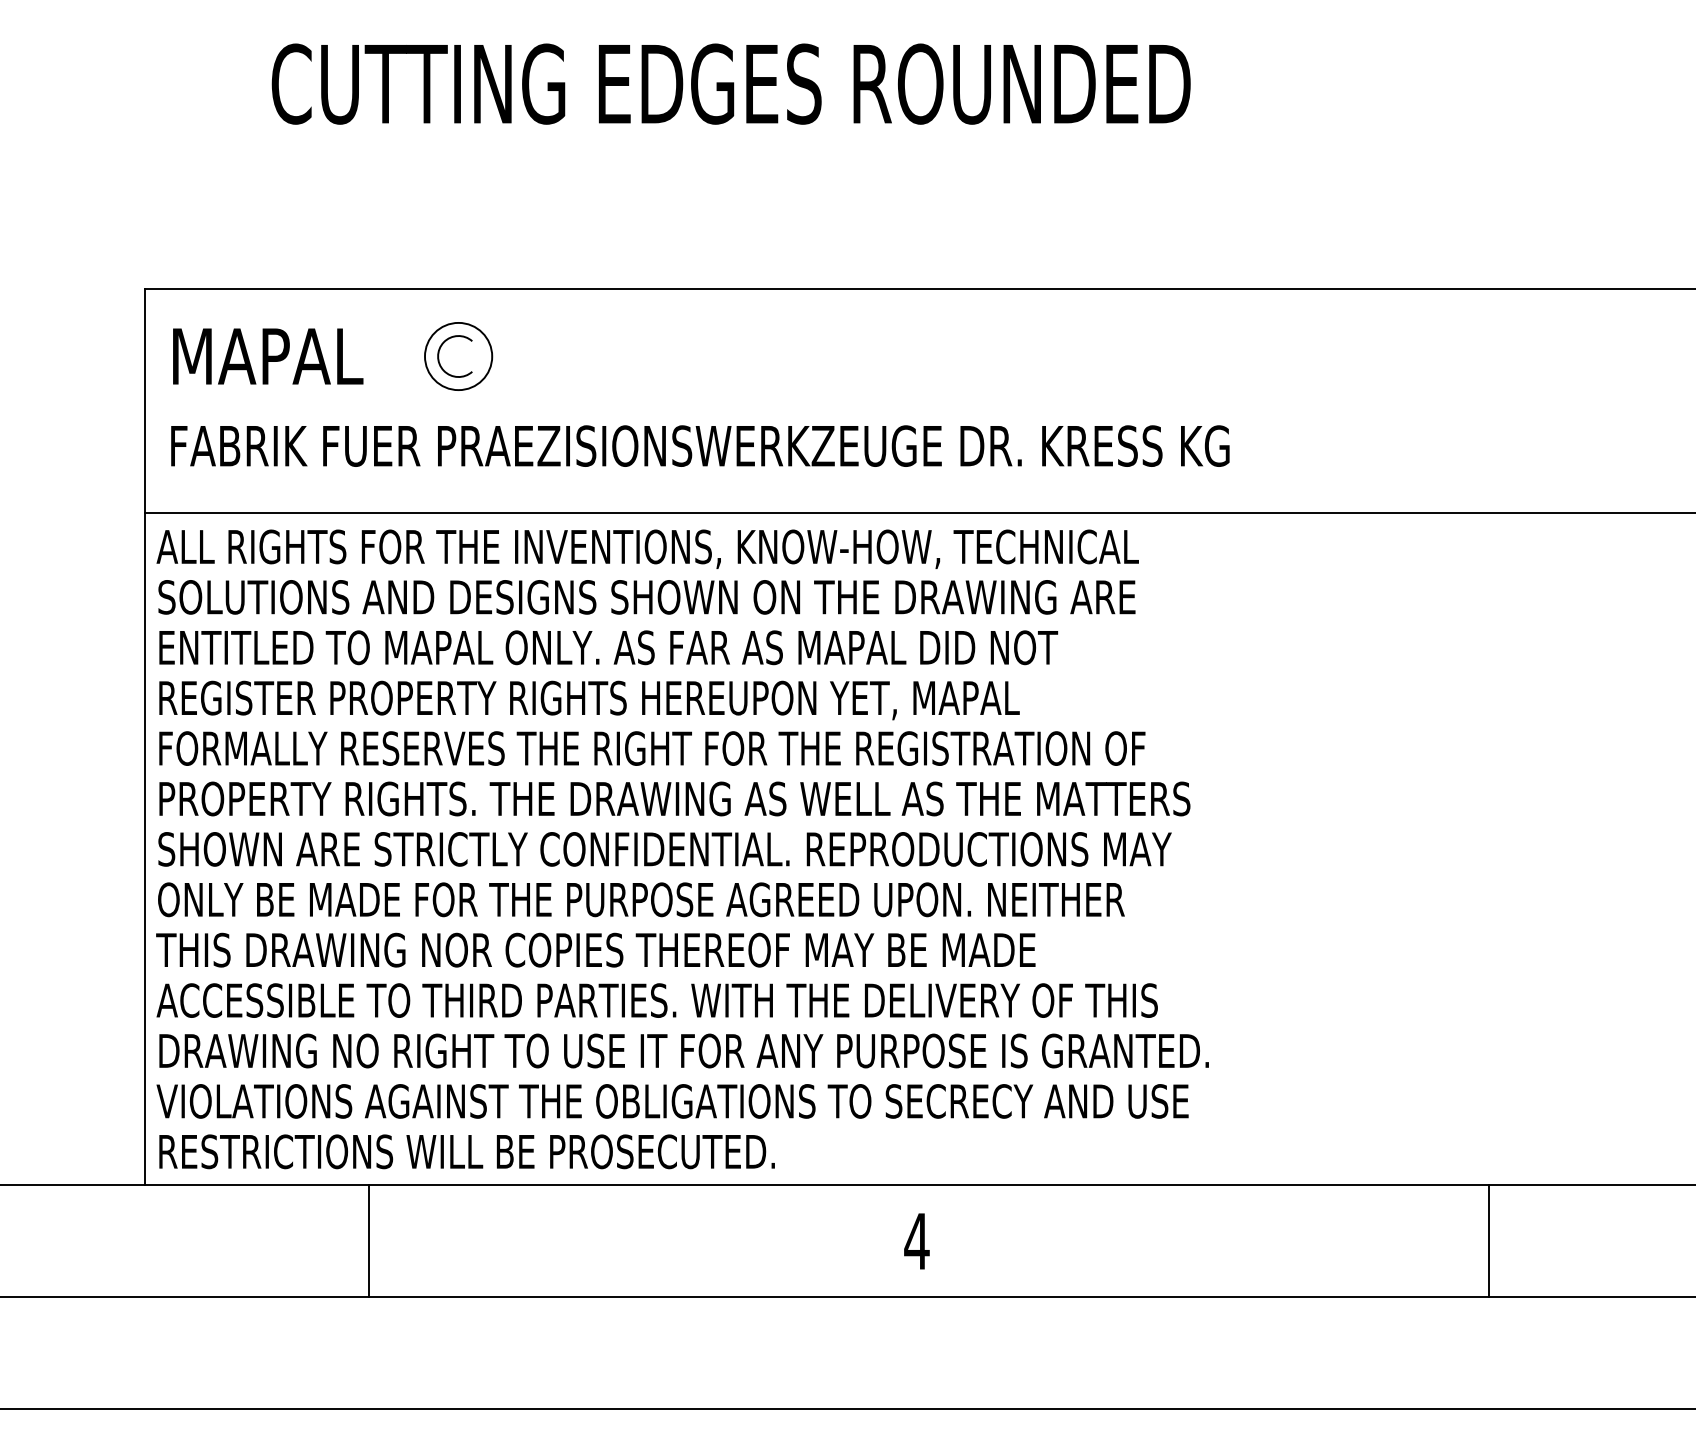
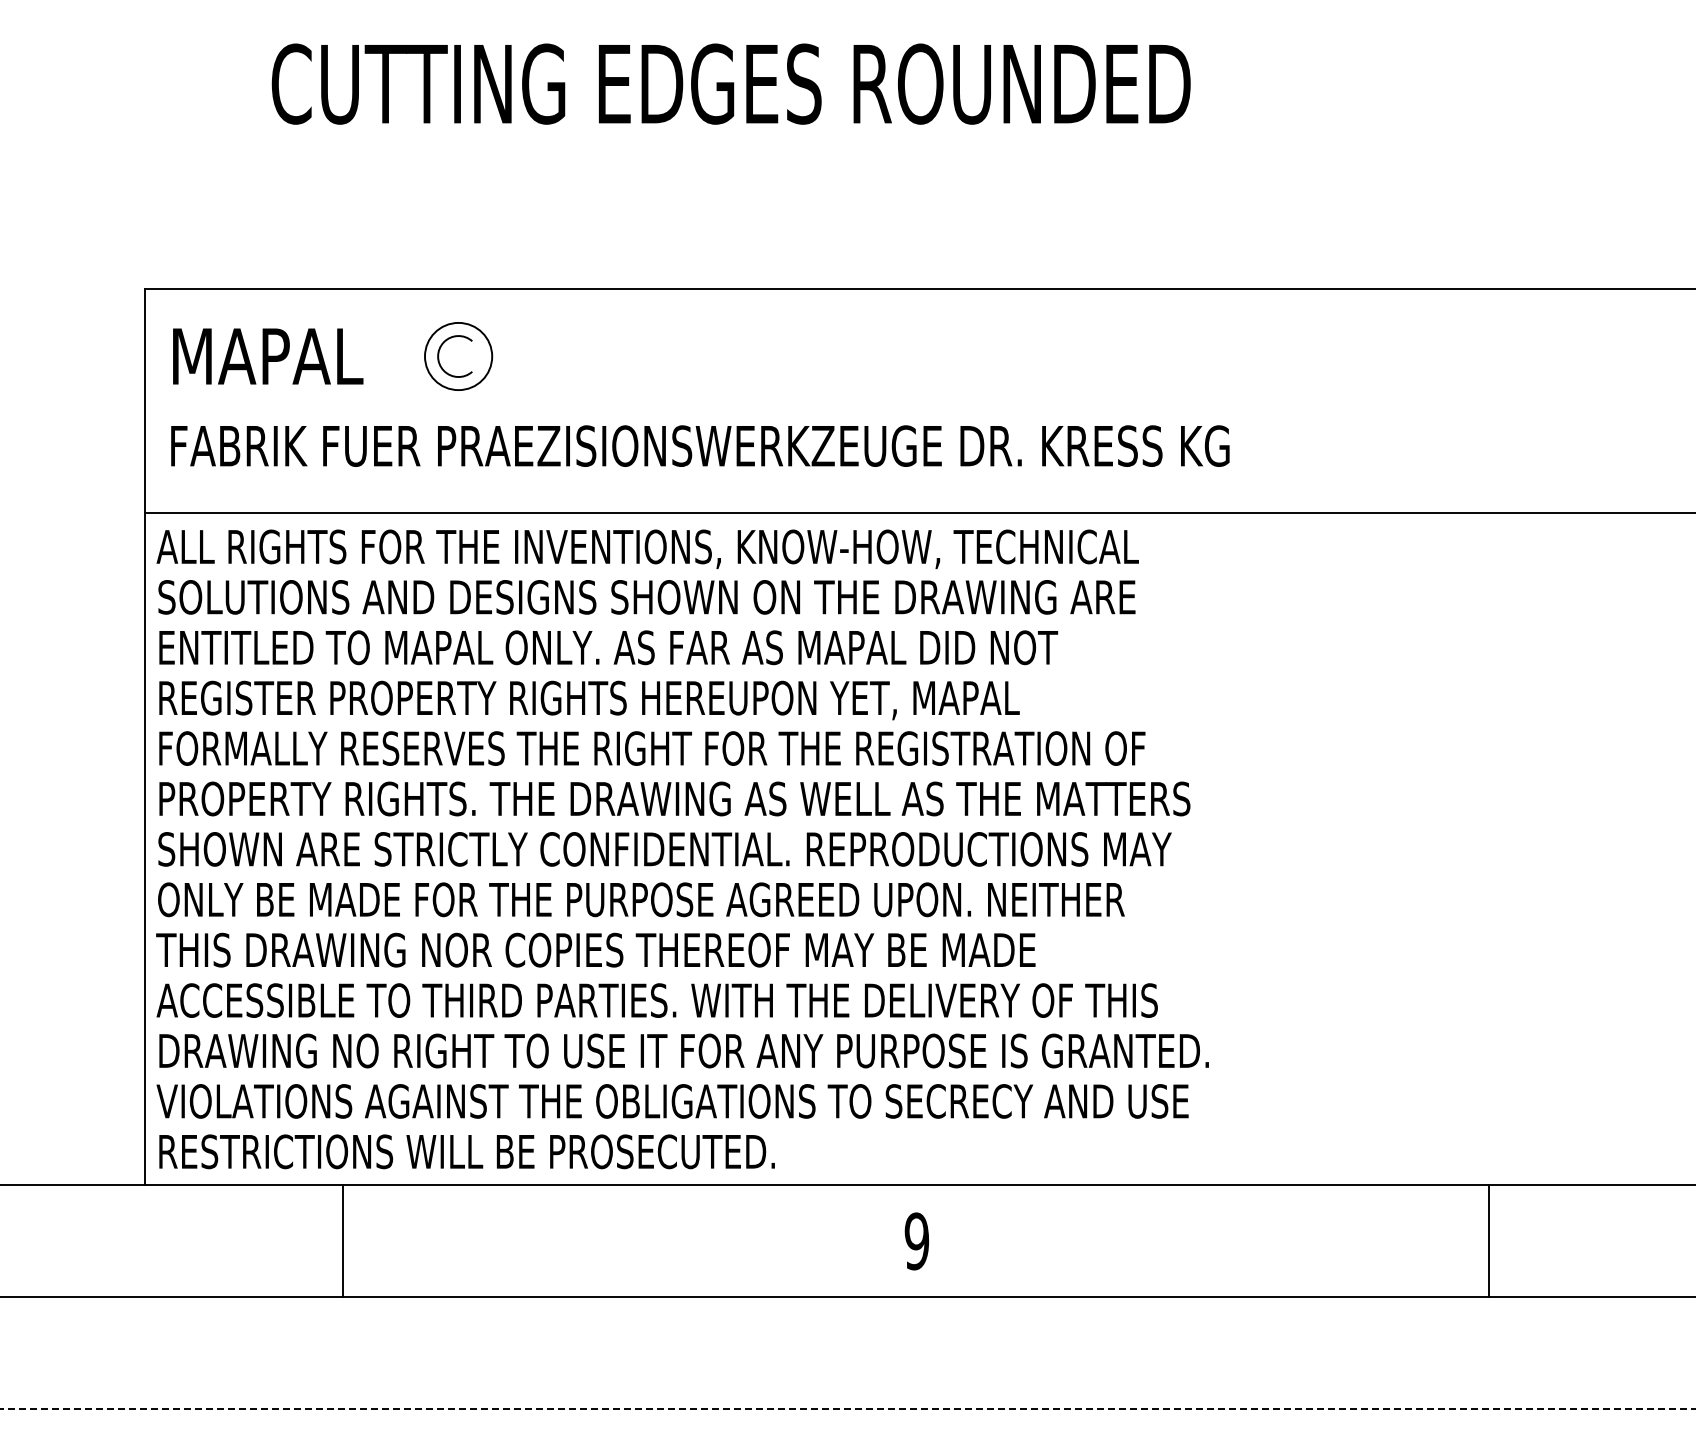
line at (368, 1241) position: (368, 1241) -> (342, 1241)
text at (916, 1241): 4 -> 9
line at (848, 1409): solid -> dashed
